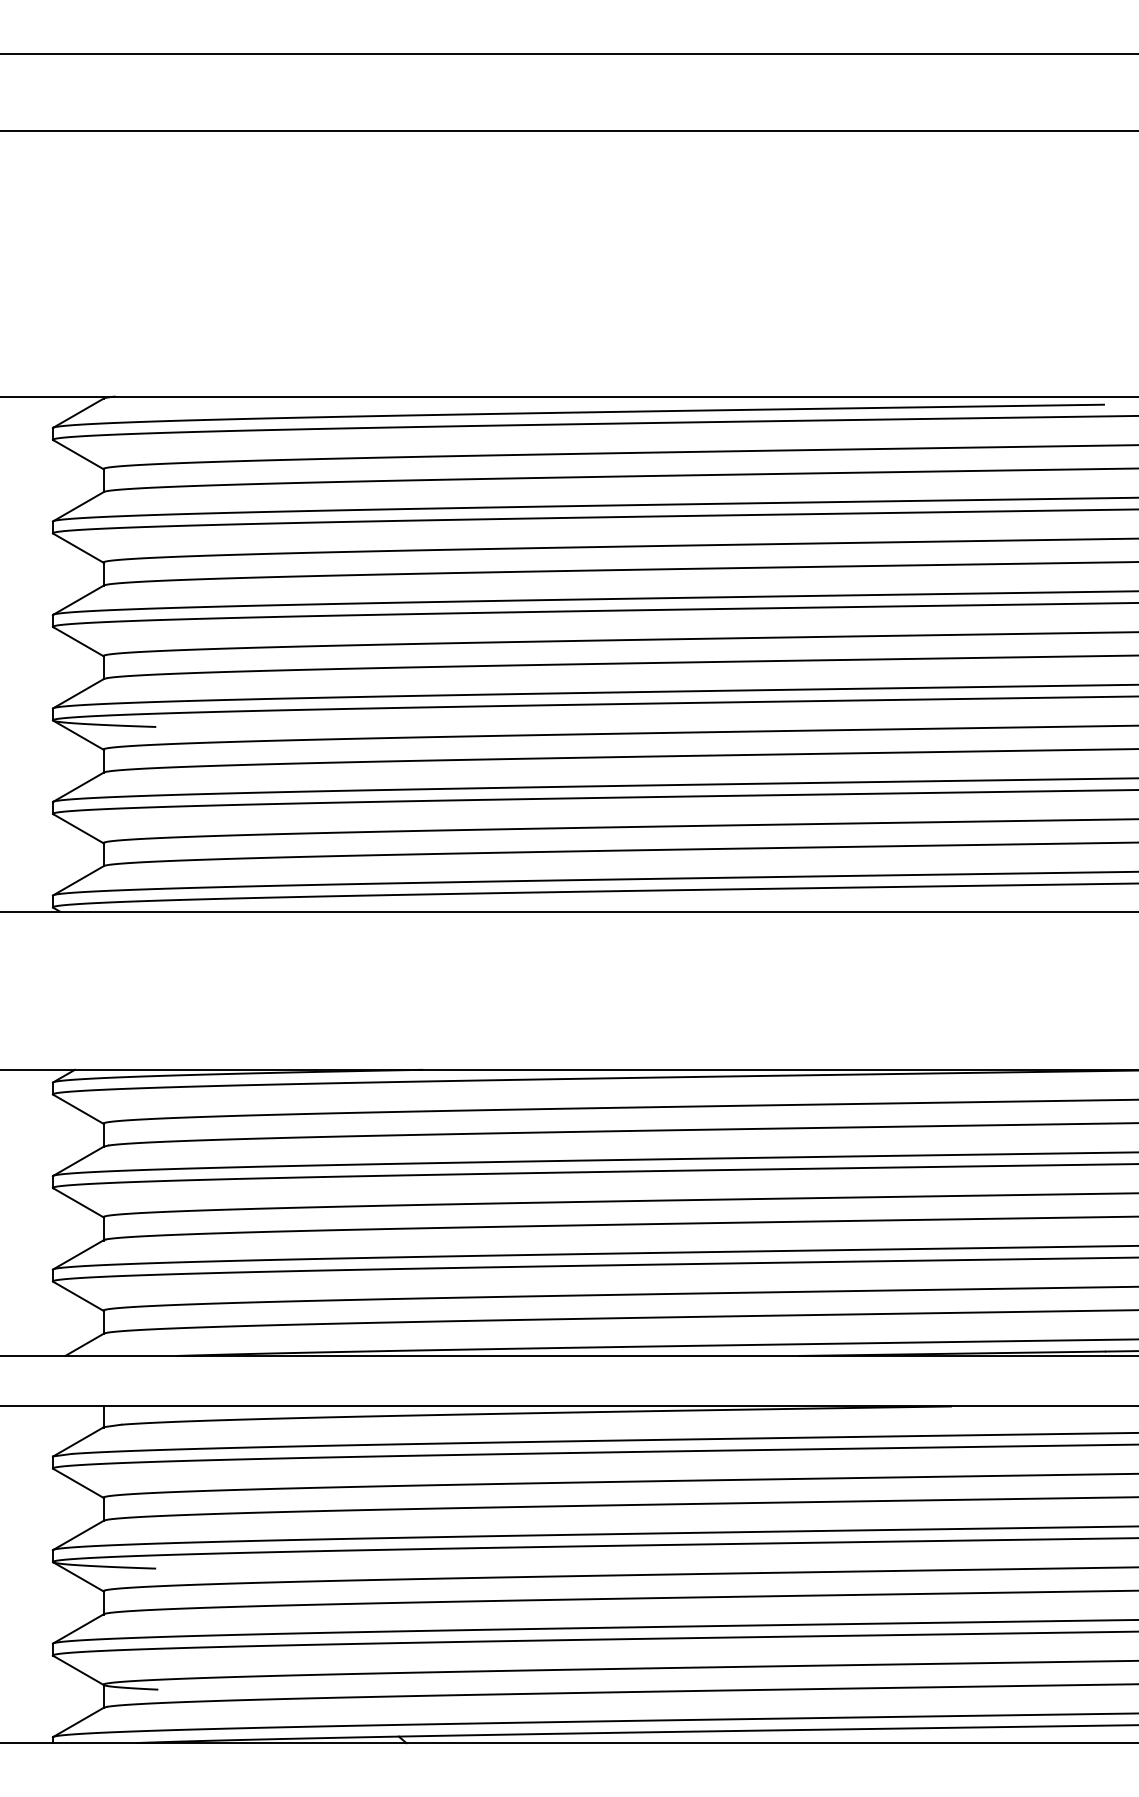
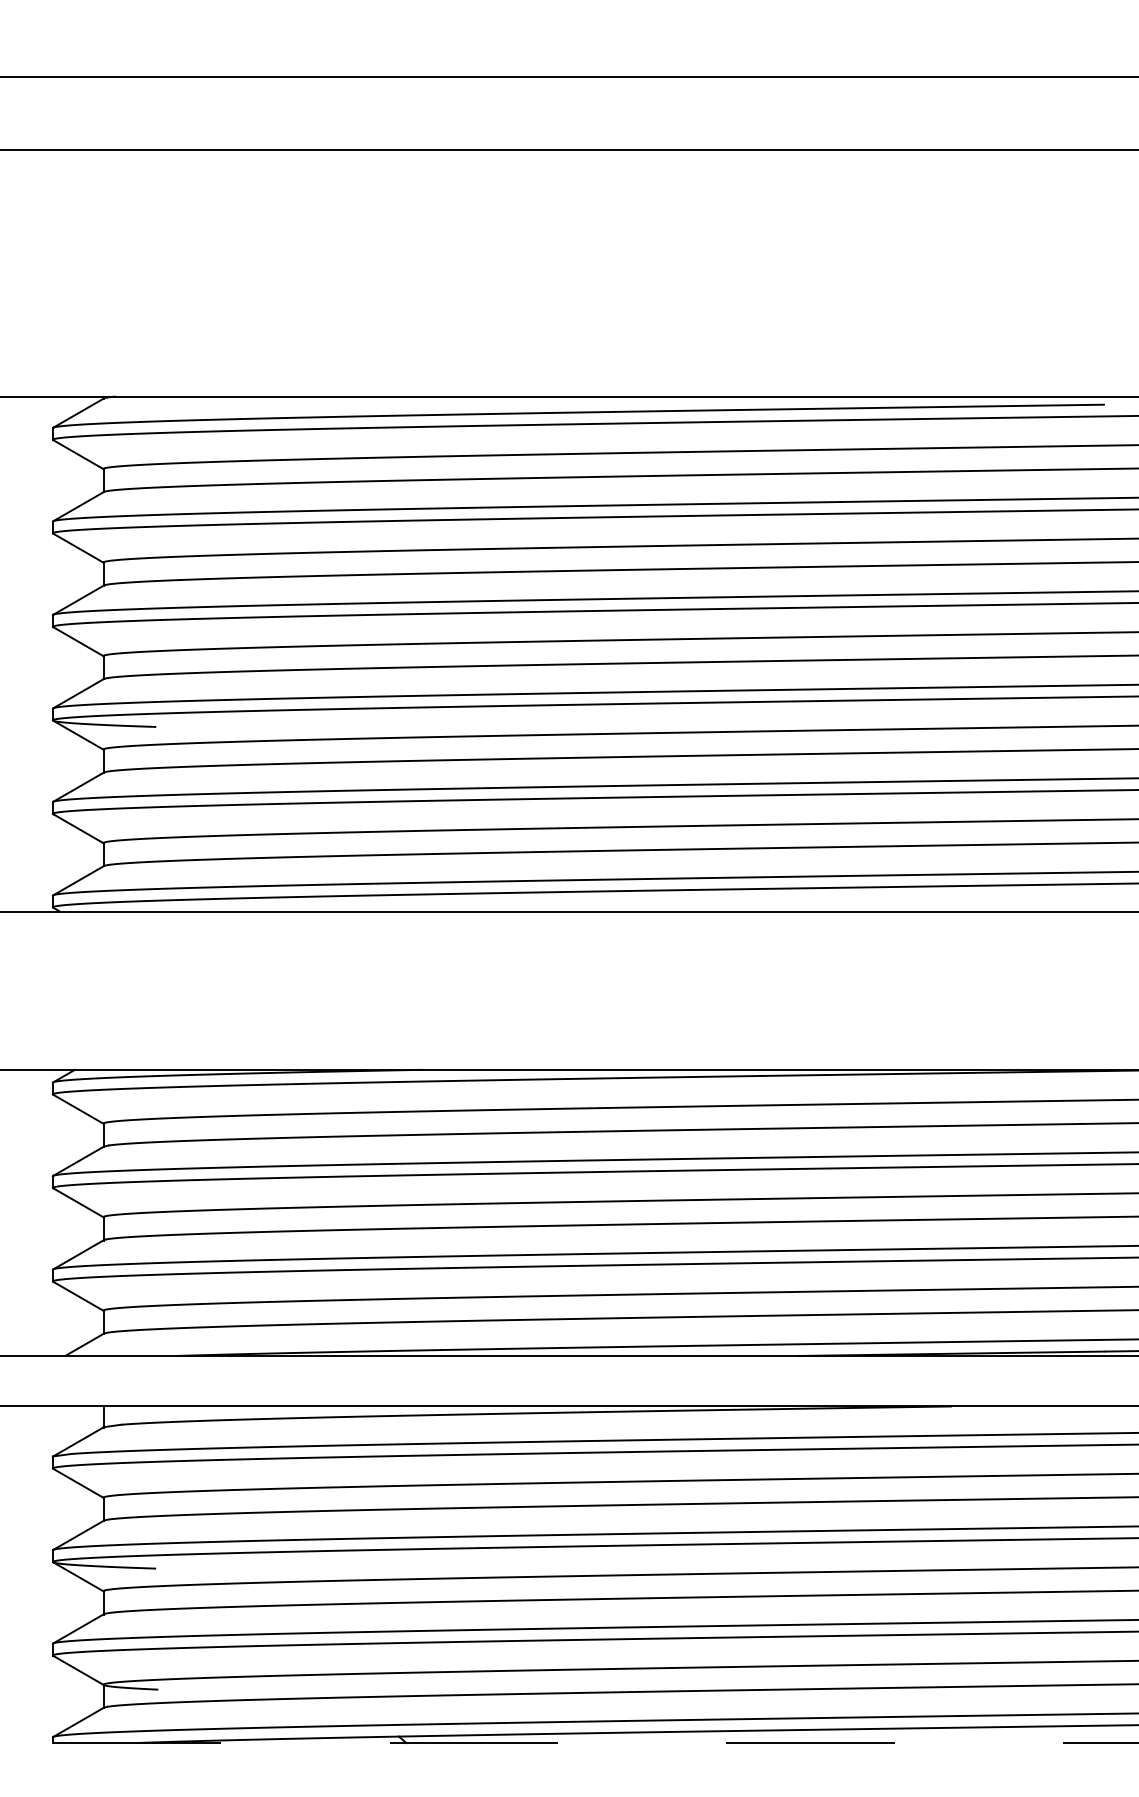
line at (568, 53) position: (568, 53) -> (568, 76)
line at (568, 130) position: (568, 130) -> (568, 149)
line at (569, 1743): solid -> dashed
